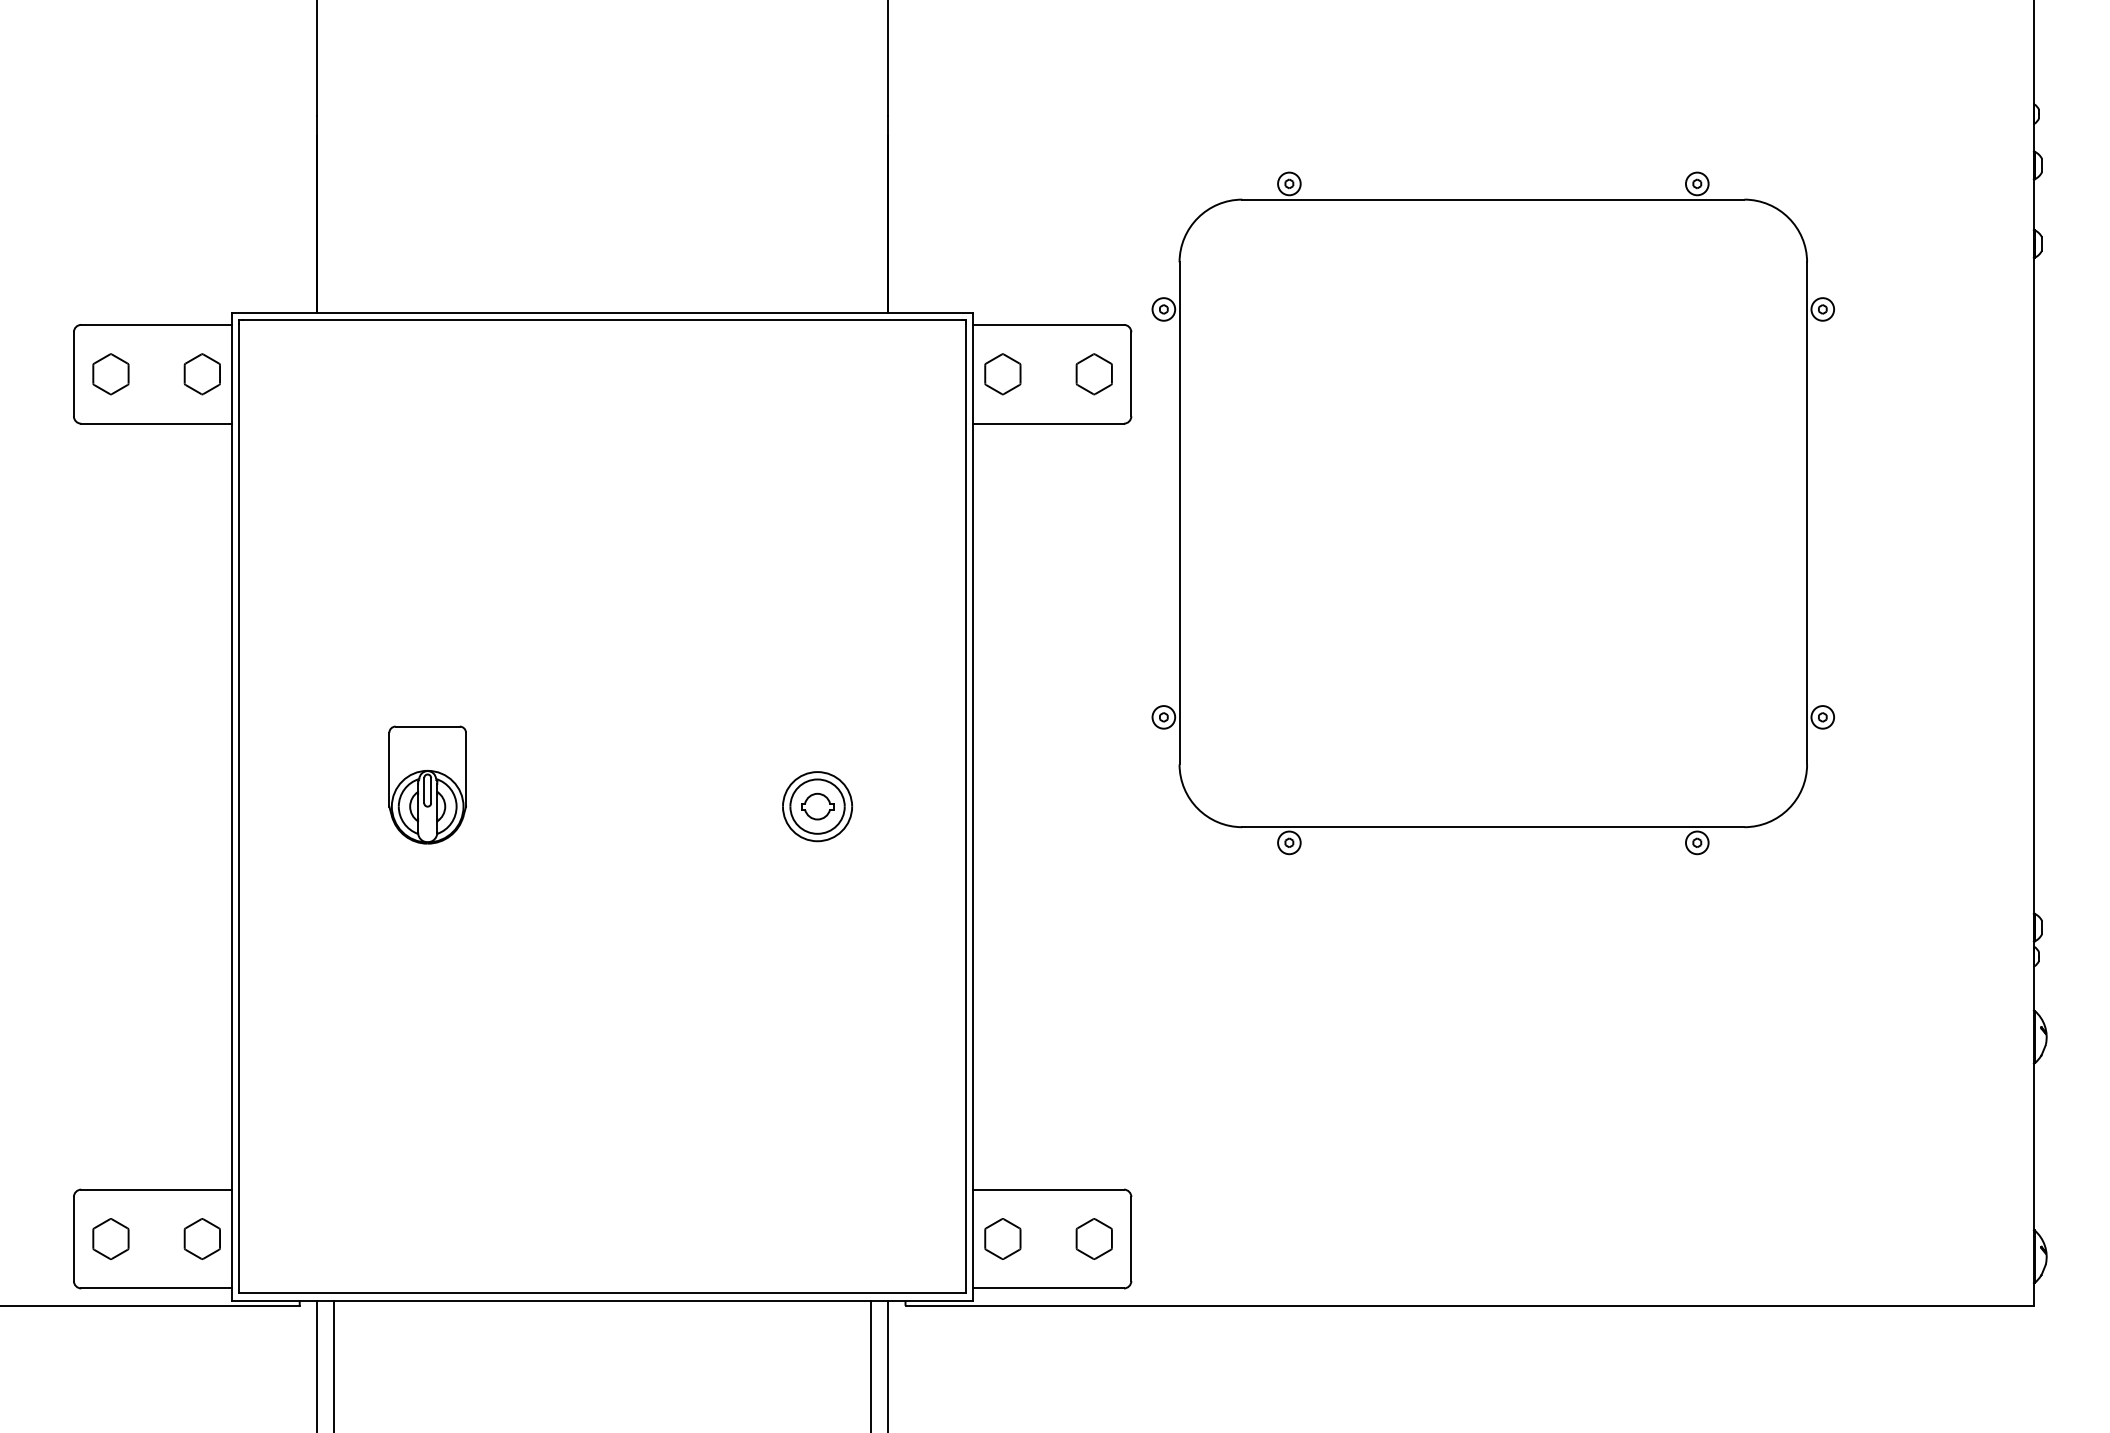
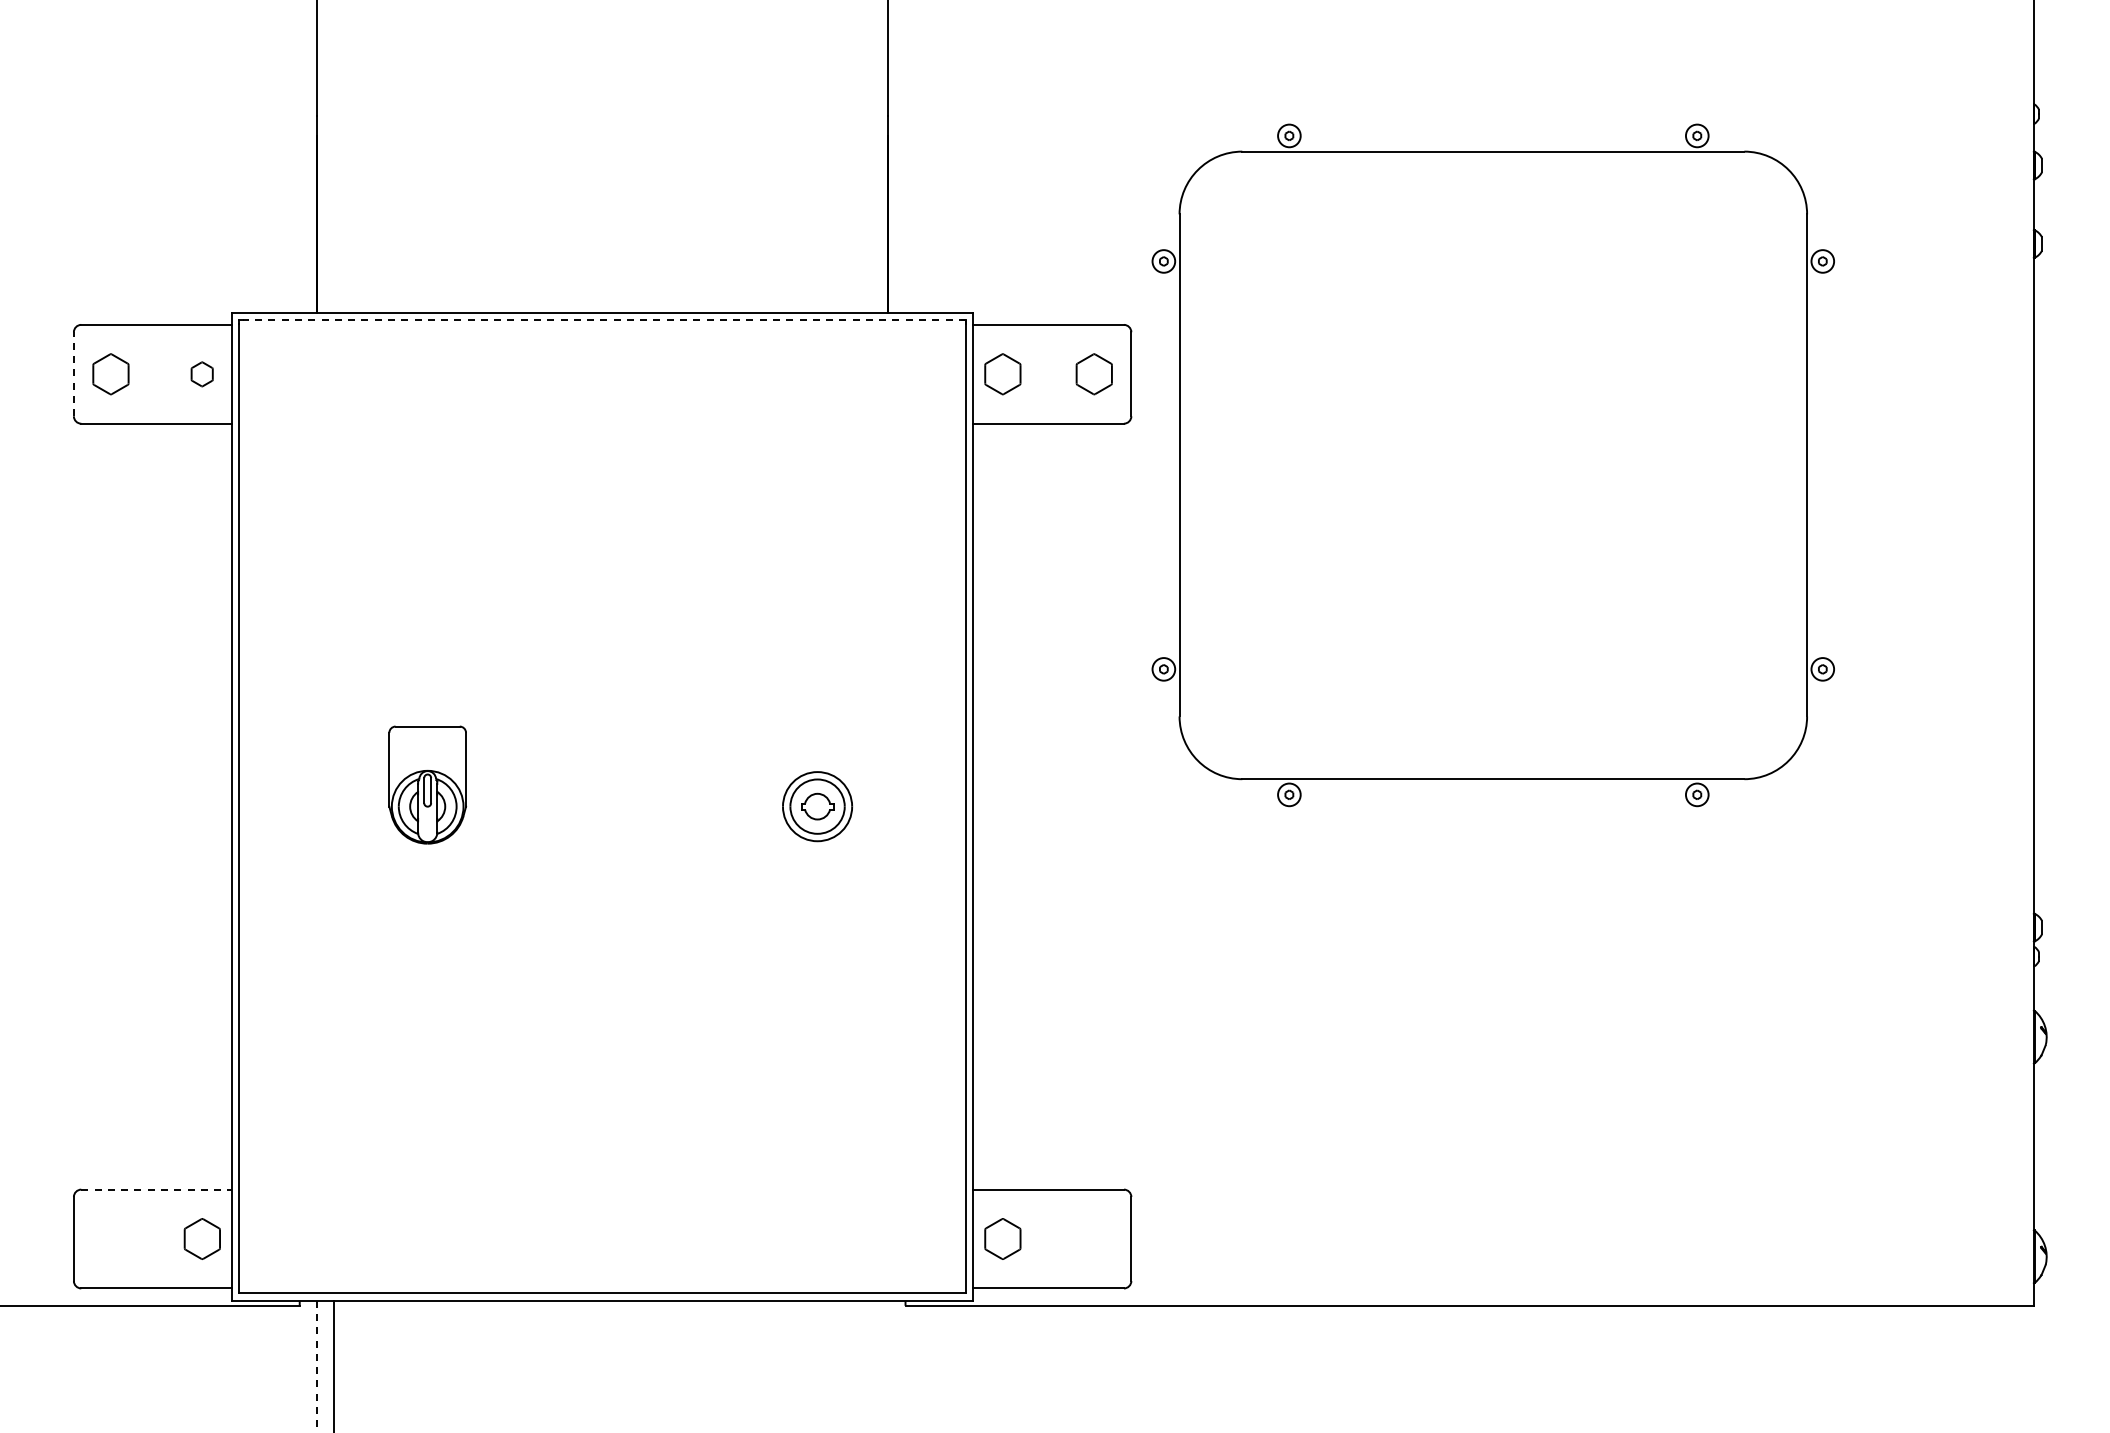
line at (604, 319): solid -> dashed
line at (73, 373): solid -> dashed
part at (201, 374) size: 38x43 px -> 24x27 px
part at (1492, 513) position: (1492, 513) -> (1492, 465)
line at (157, 1189): solid -> dashed
part at (110, 1238): present -> none
part at (1093, 1238): present -> none
line at (870, 1364): present -> none
line at (888, 1364): present -> none
line at (317, 1366): solid -> dashed
